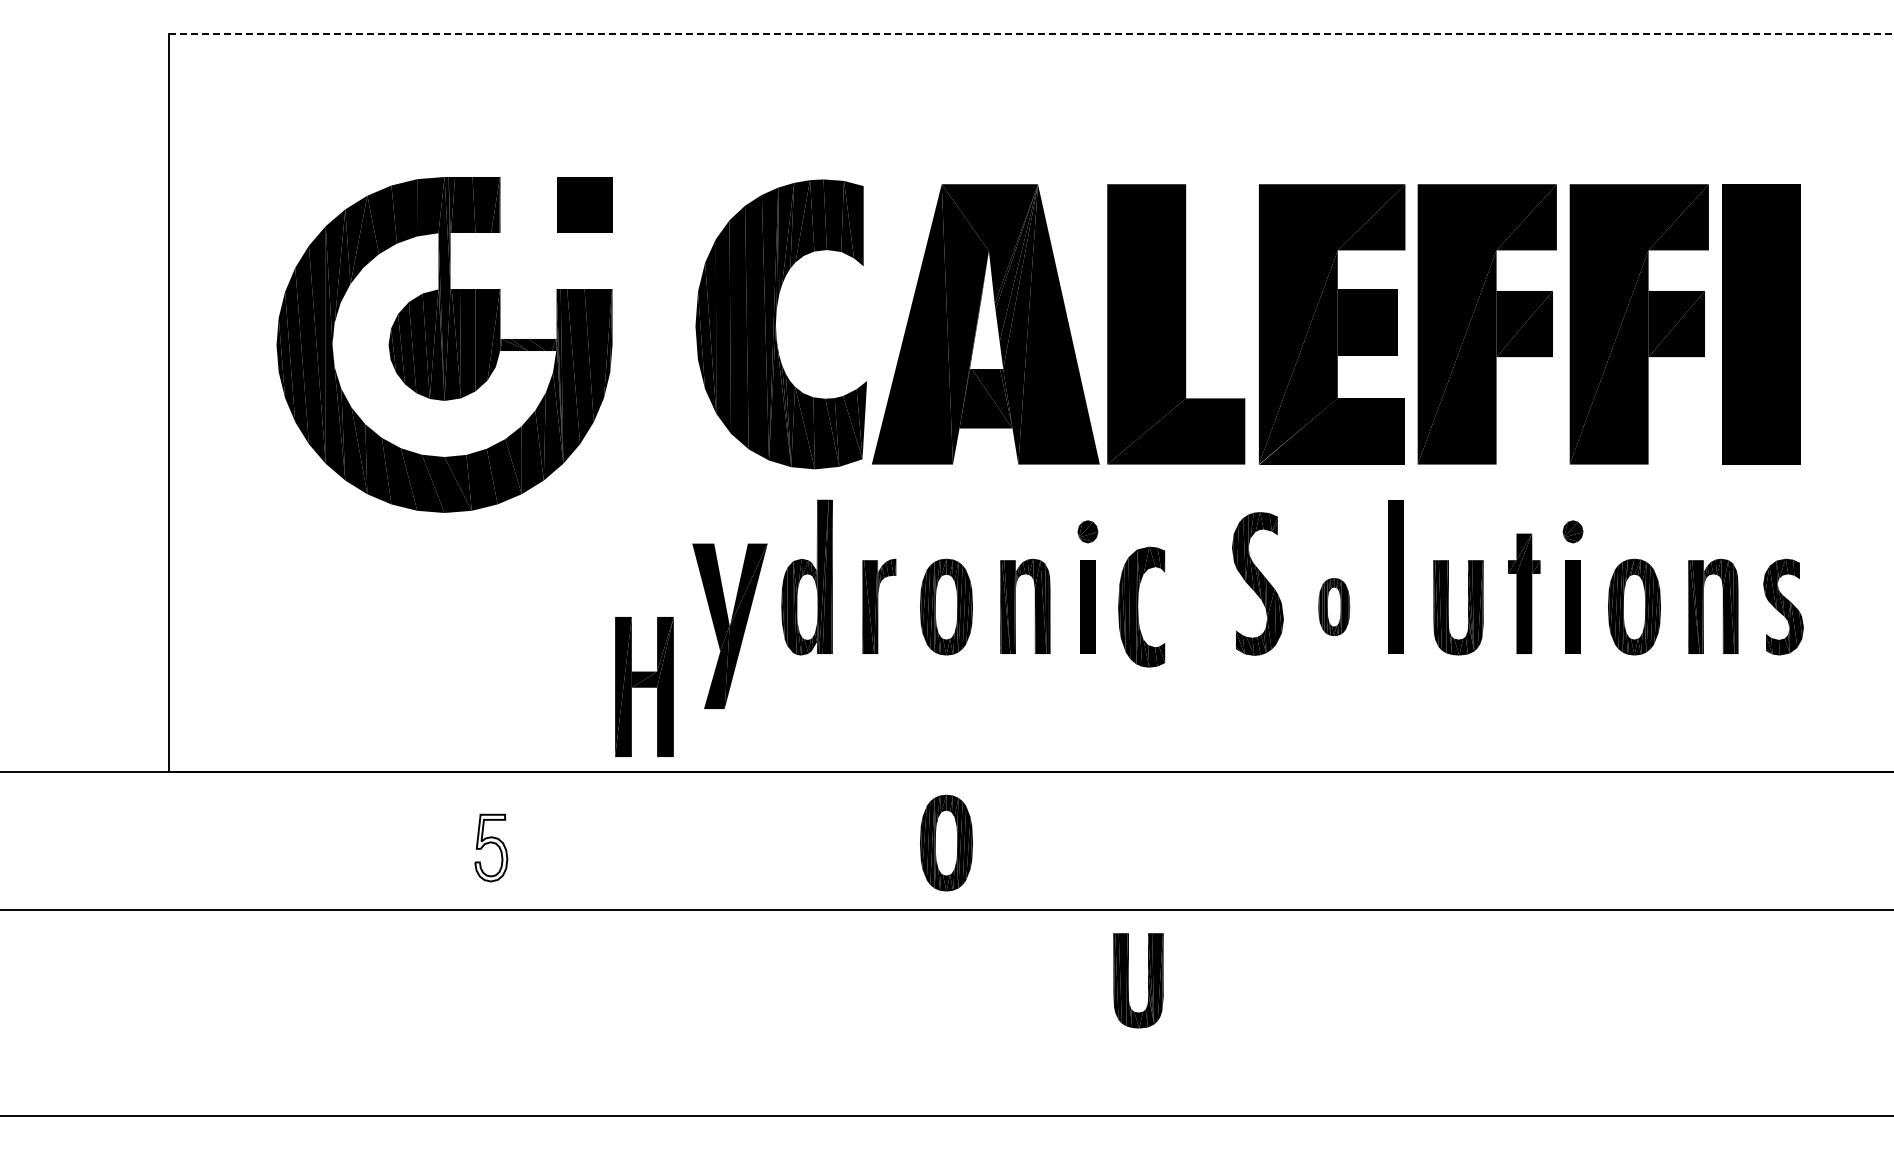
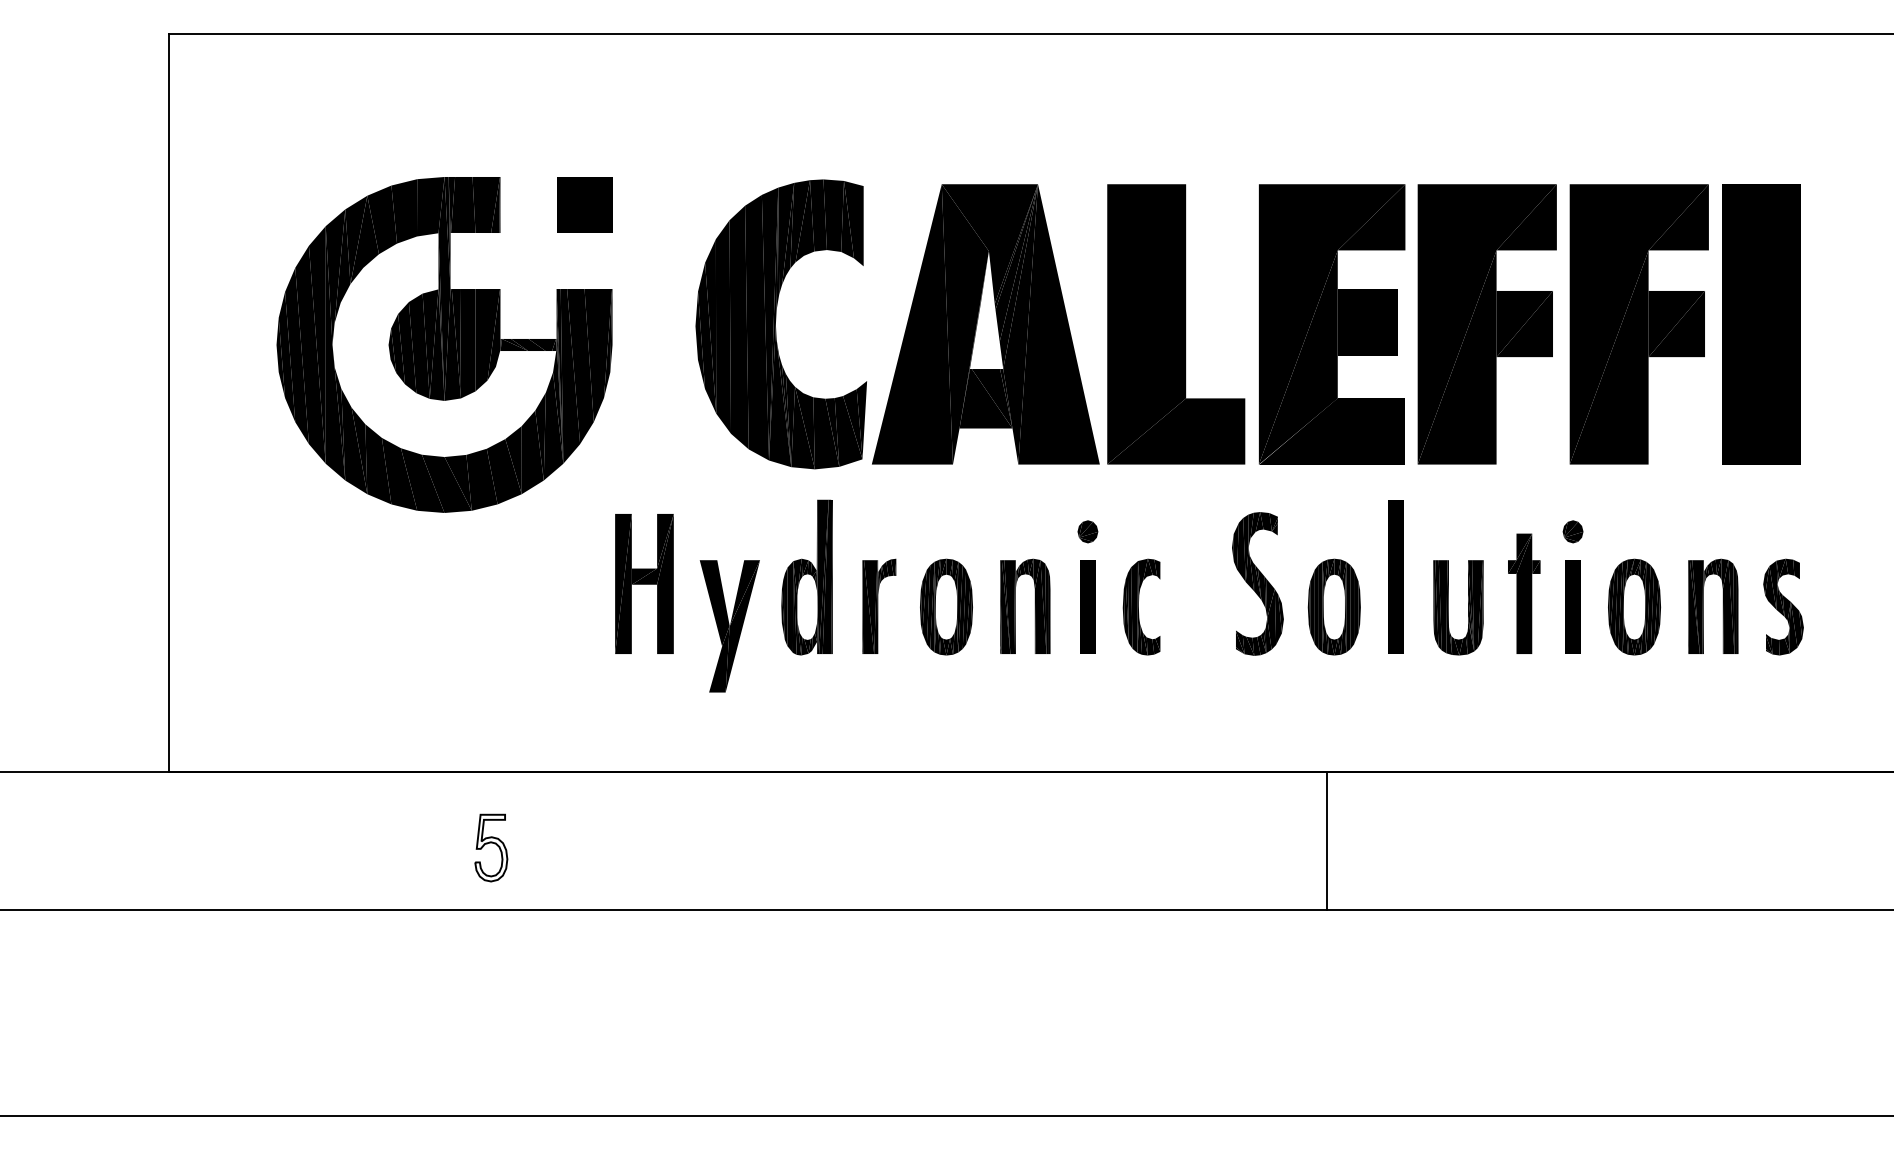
line at (1031, 34): dashed -> solid
part at (1141, 606) size: 48x122 px -> 39x98 px
part at (1334, 606) size: 33x58 px -> 54x98 px
part at (729, 625) size: 76x166 px -> 61x133 px
part at (644, 686) position: (644, 686) -> (644, 583)
line at (1327, 840): none -> present
part at (946, 842): present -> none
part at (1128, 980): present -> none
